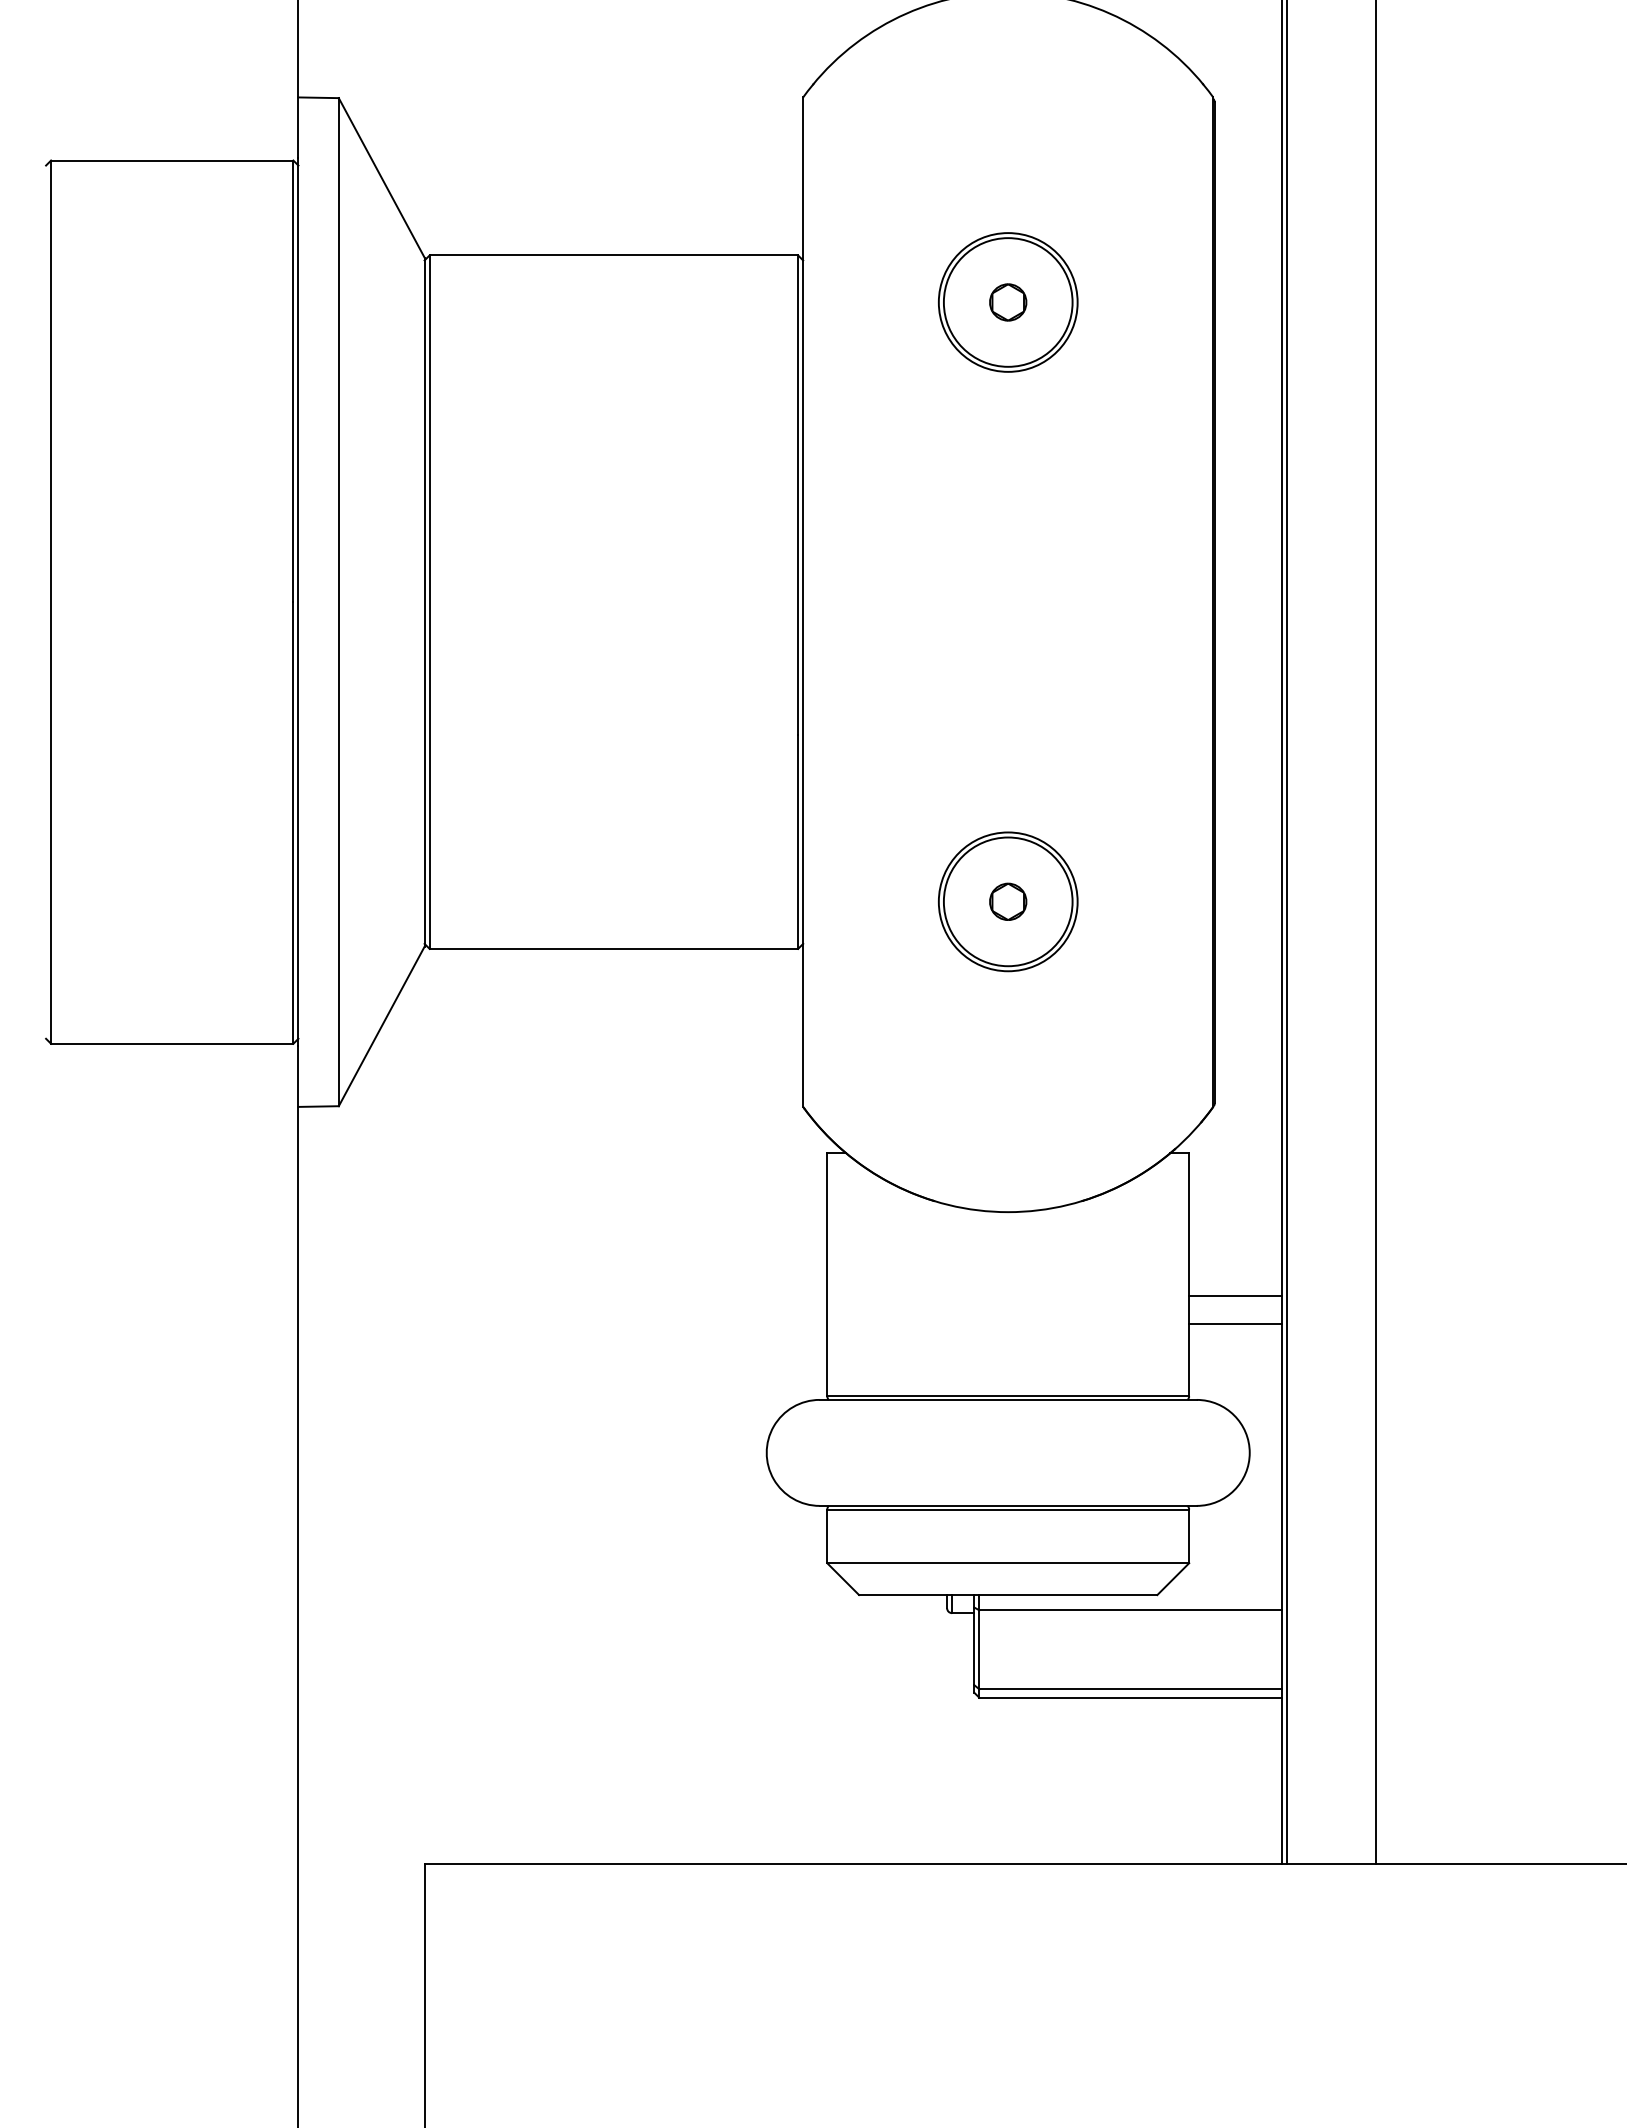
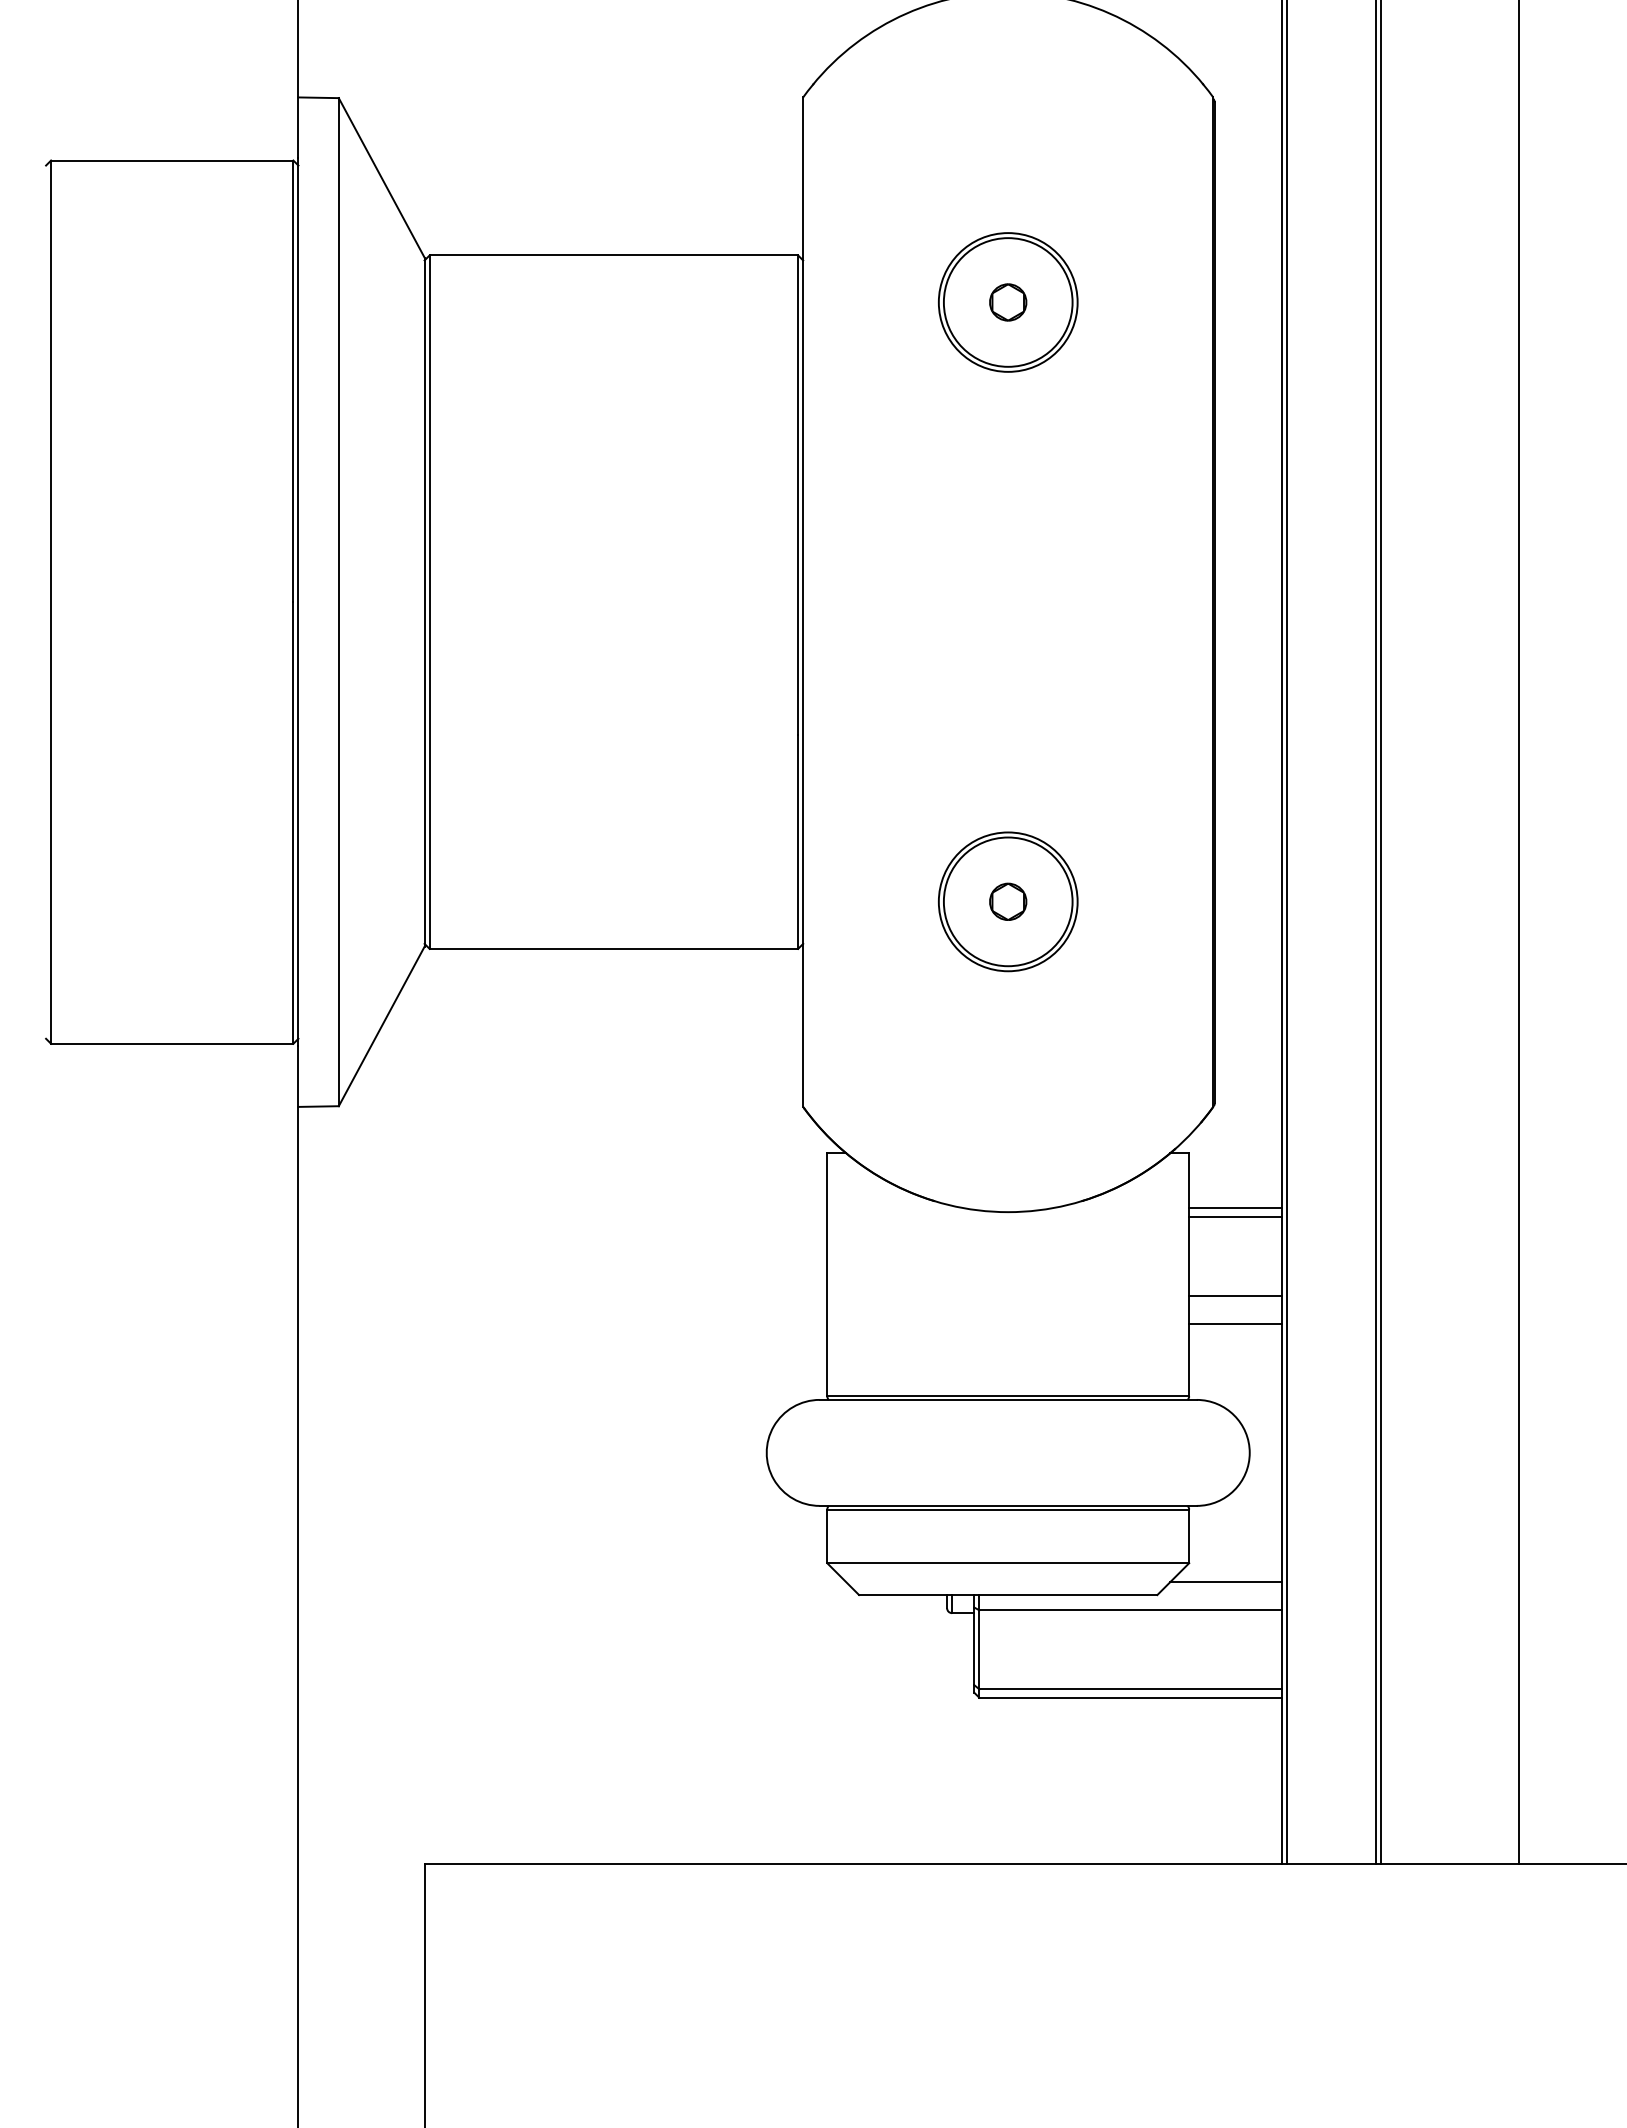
line at (1381, 932): none -> present
line at (1518, 932): none -> present
line at (1235, 1208): none -> present
line at (1235, 1216): none -> present
line at (1225, 1582): none -> present
